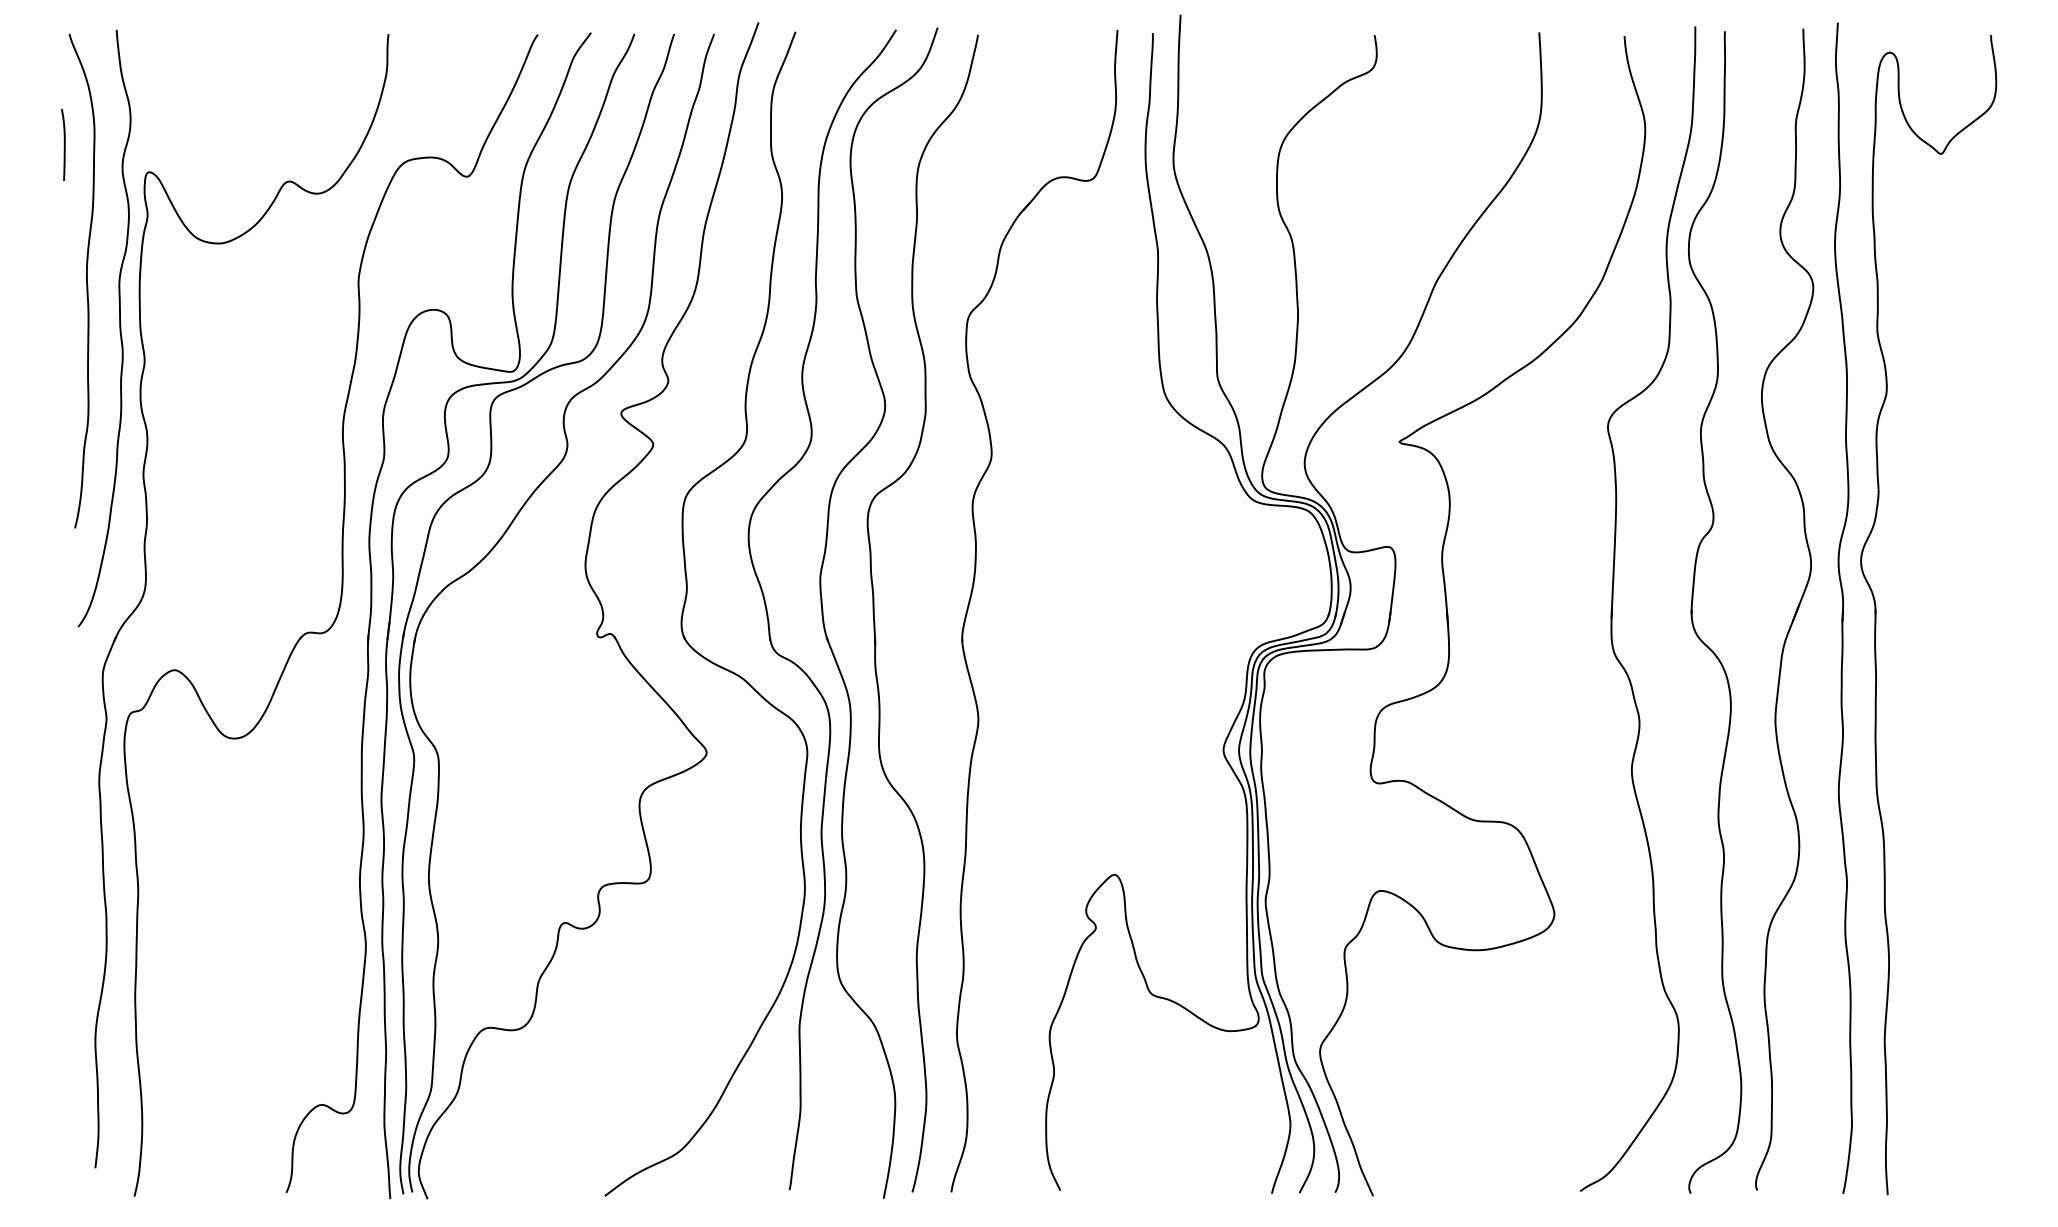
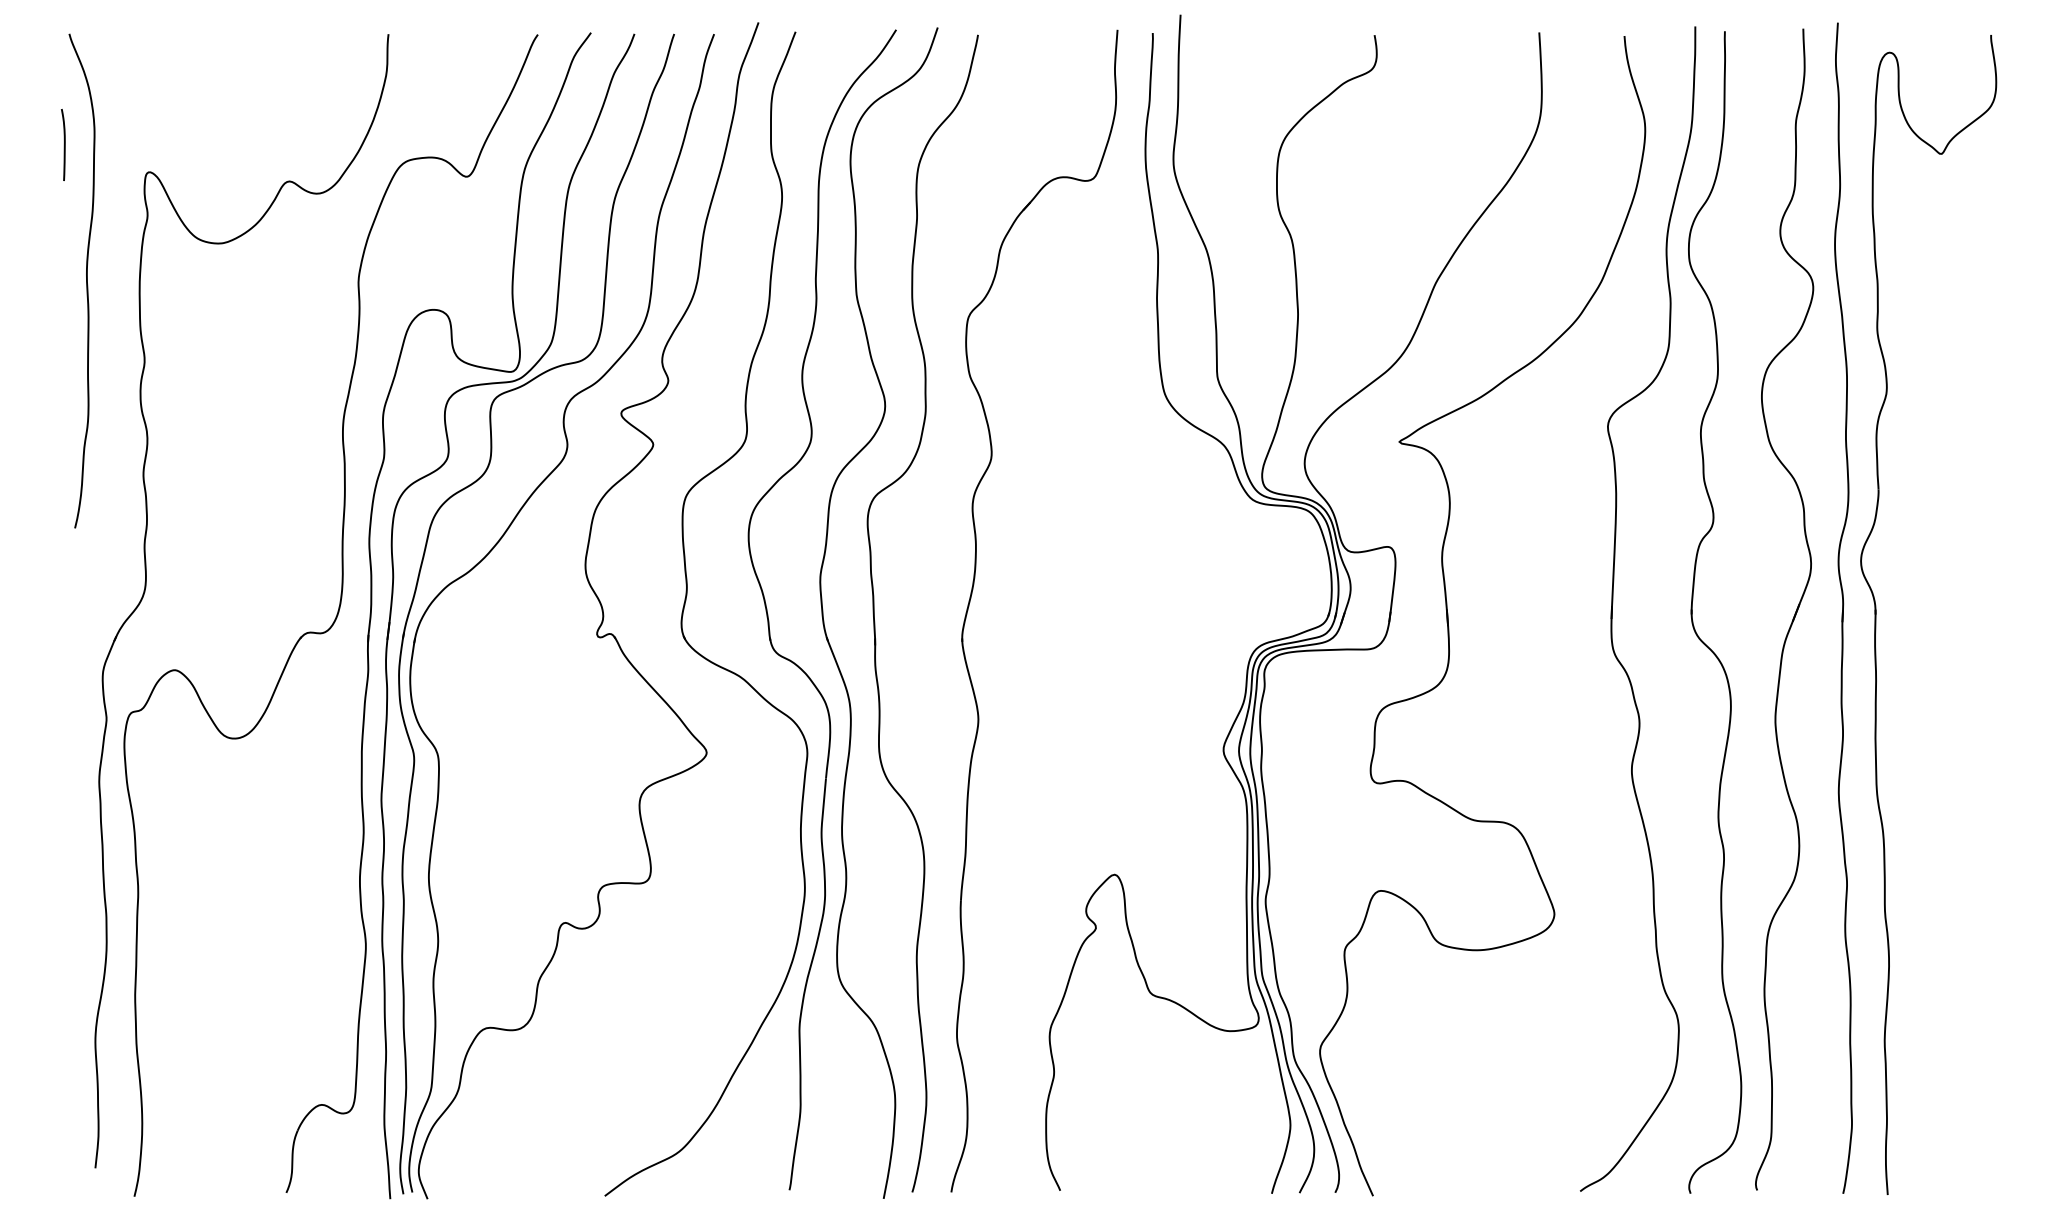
curve at (119, 328): present -> none
